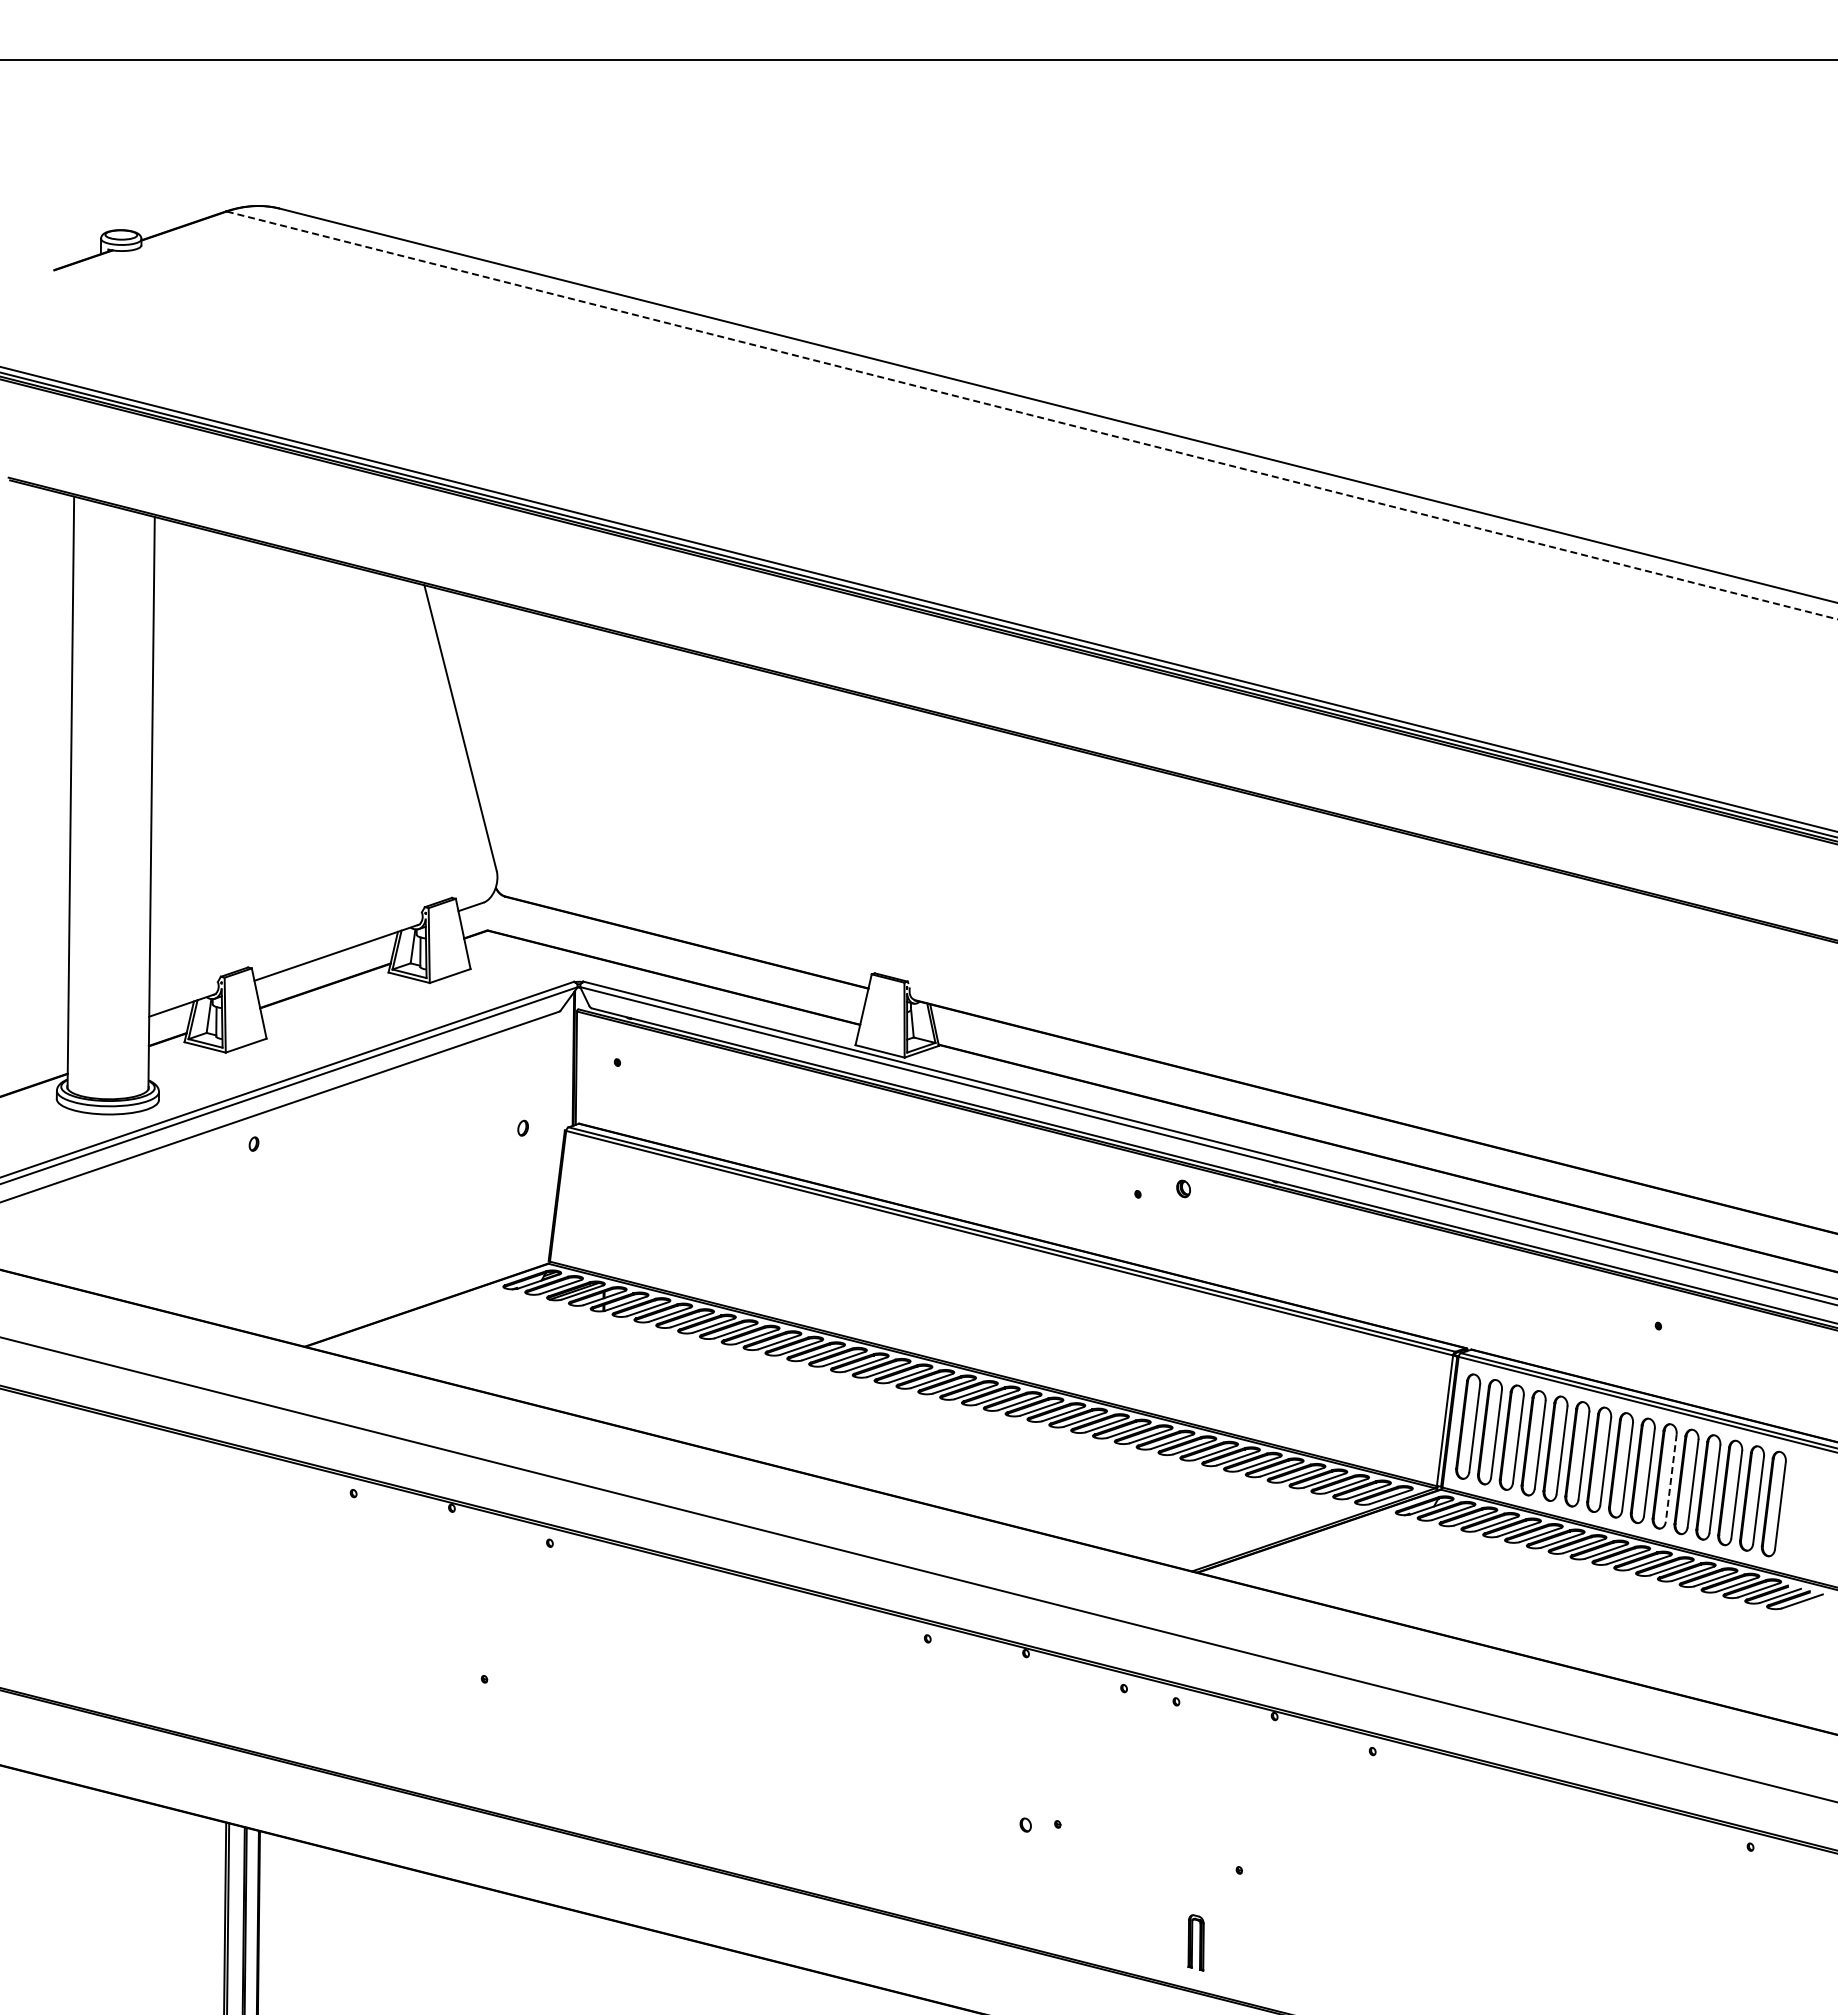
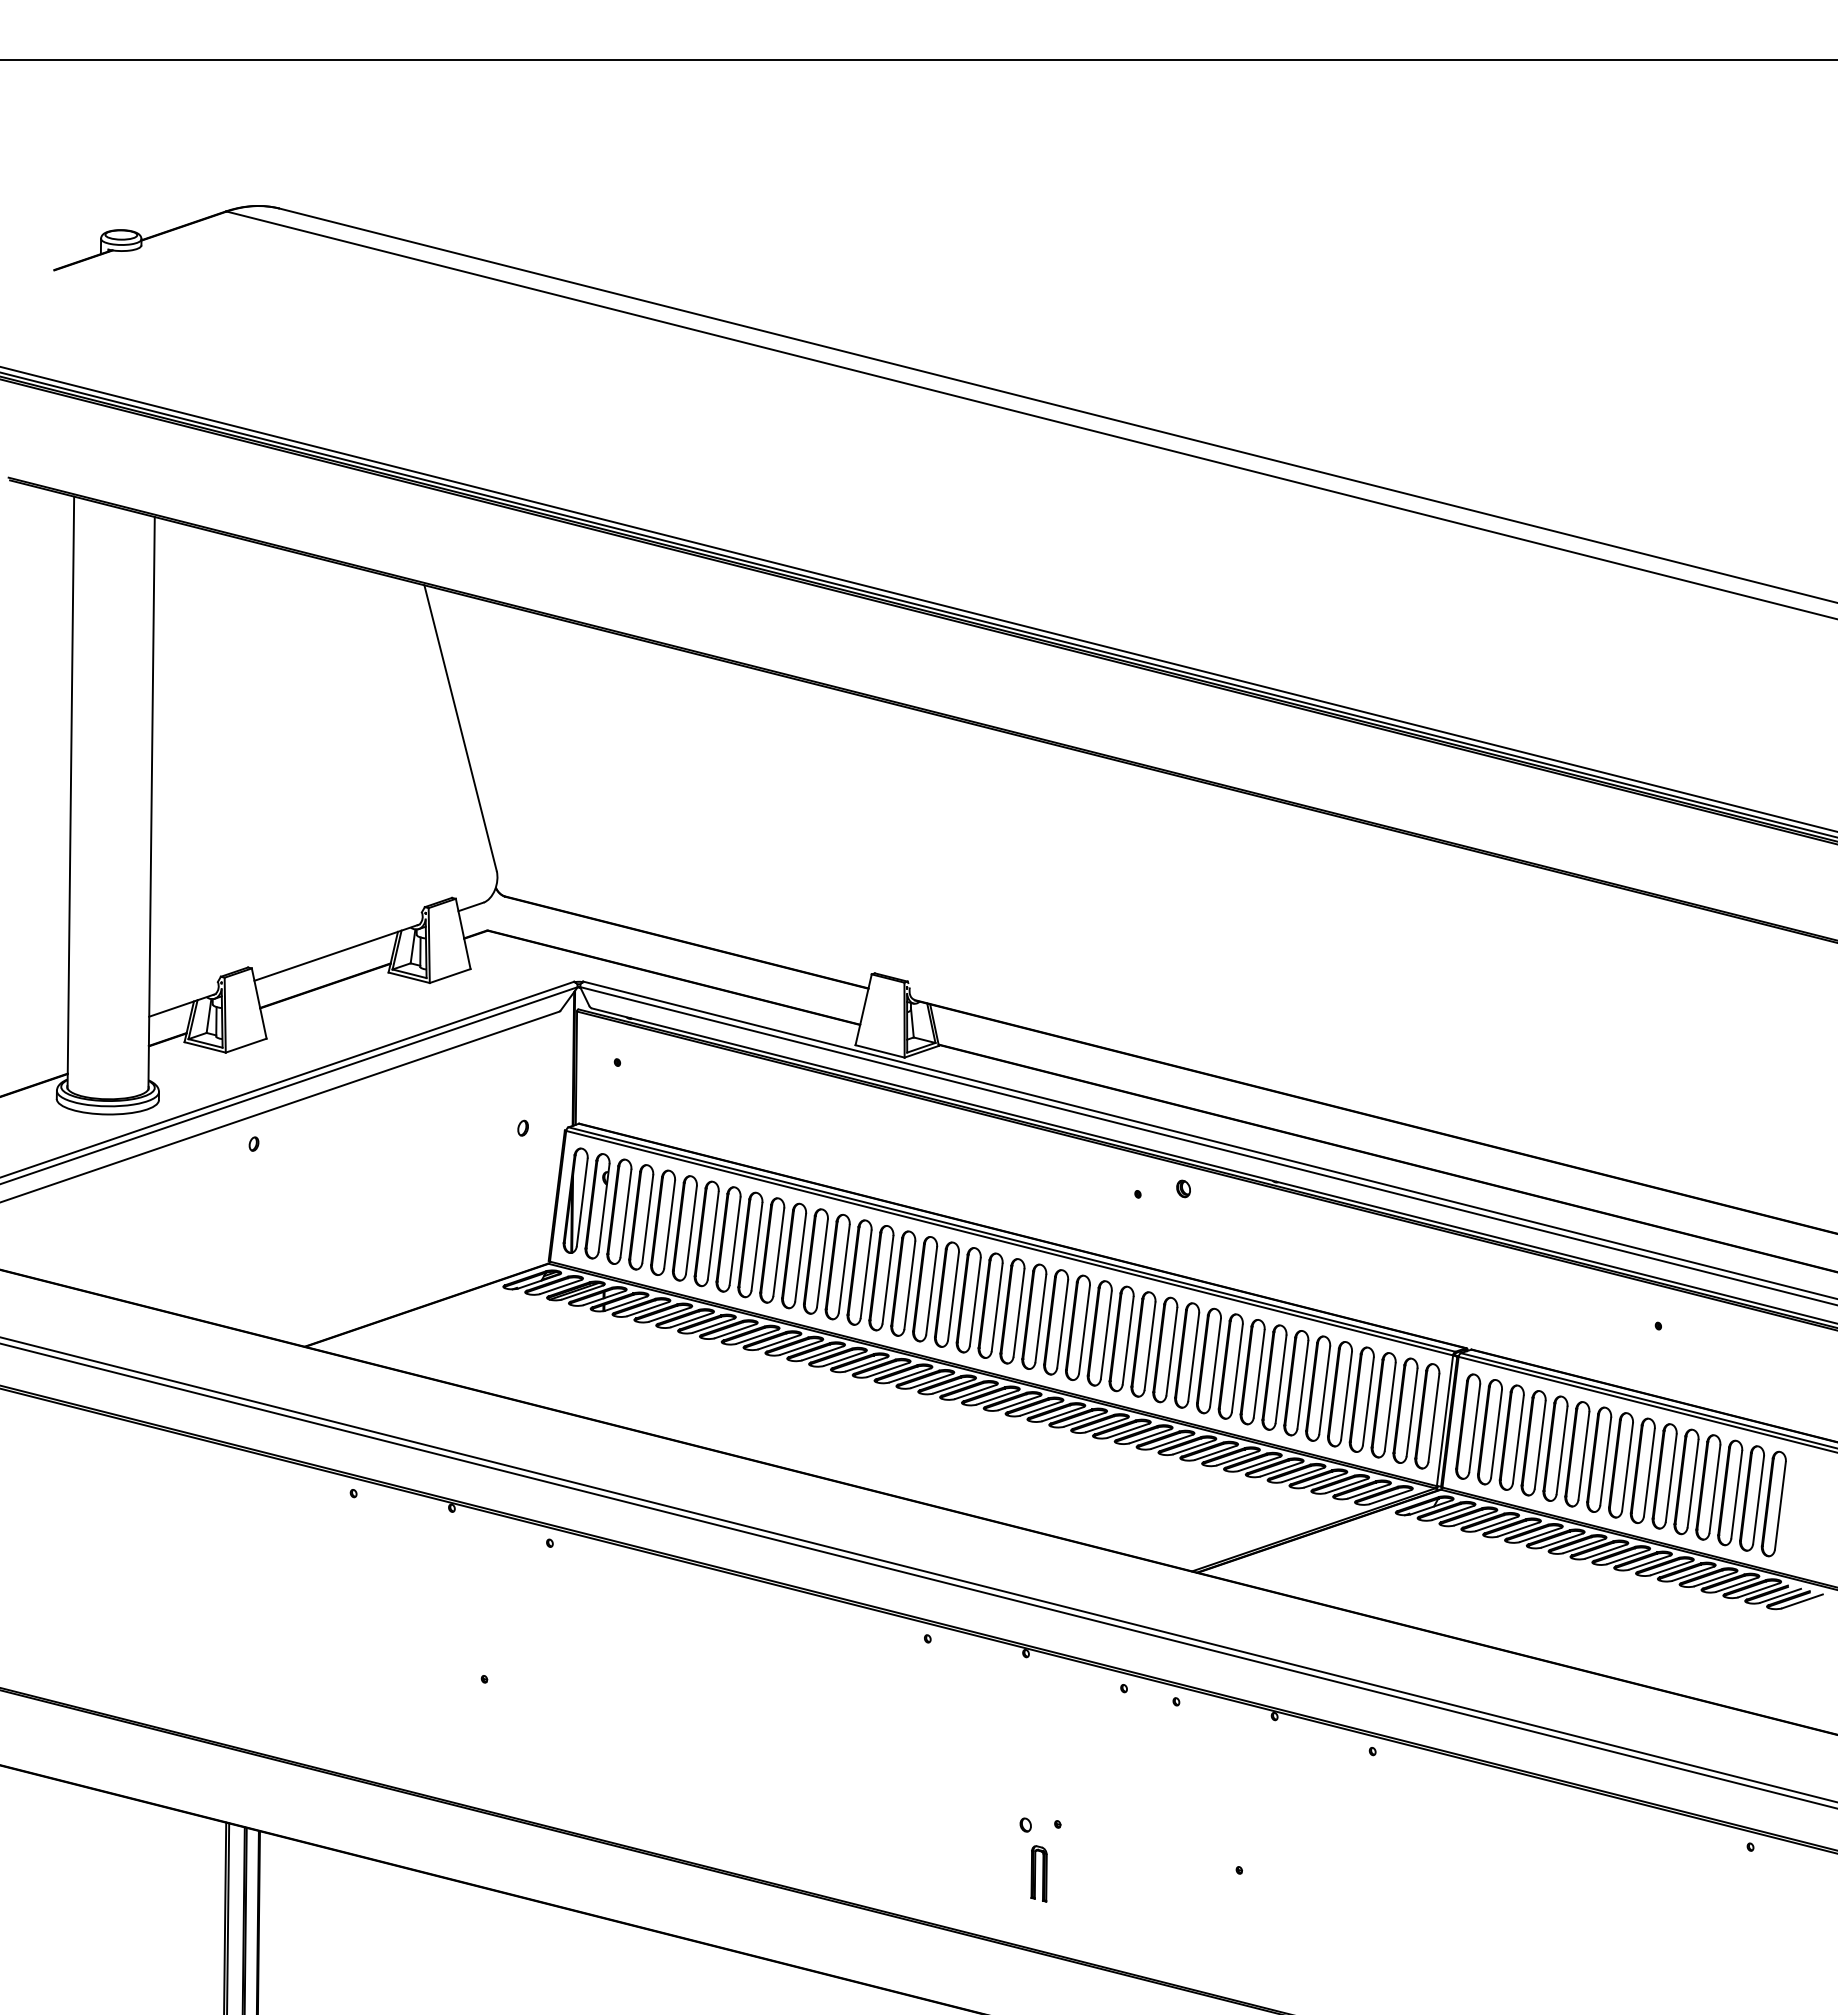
line at (1032, 415): dashed -> solid
part at (1001, 1308): none -> present
line at (1671, 1478): dashed -> solid
line at (918, 1575): none -> present
part at (1195, 1942) position: (1195, 1942) -> (1038, 1873)
